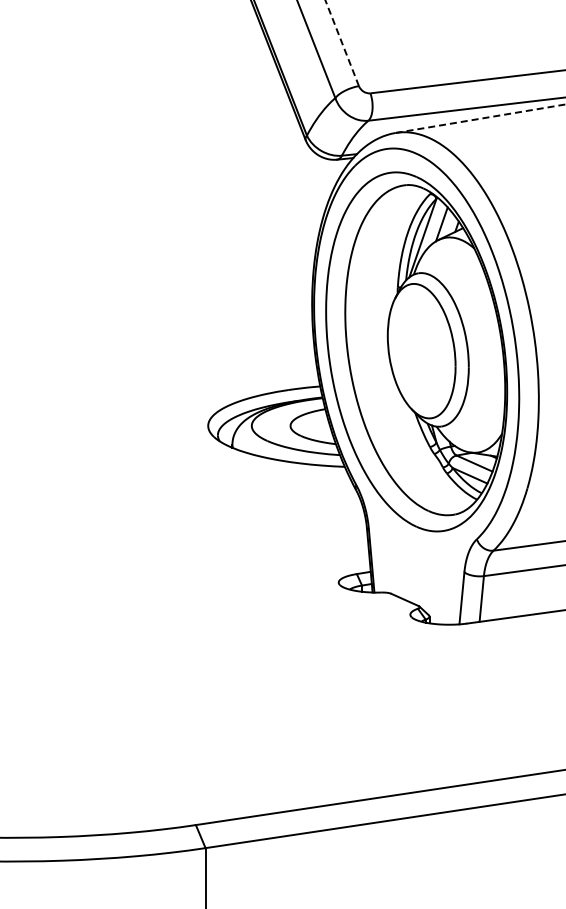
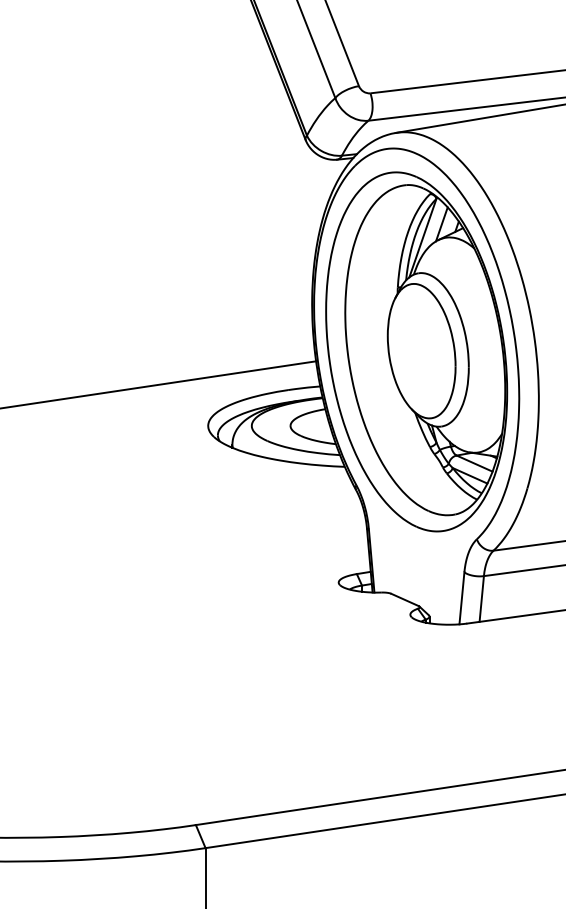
line at (342, 43): dashed -> solid
line at (481, 118): dashed -> solid
line at (159, 384): none -> present
